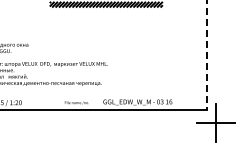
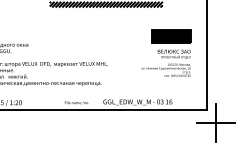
part at (166, 52): none -> present
line at (206, 55): dashed -> solid
